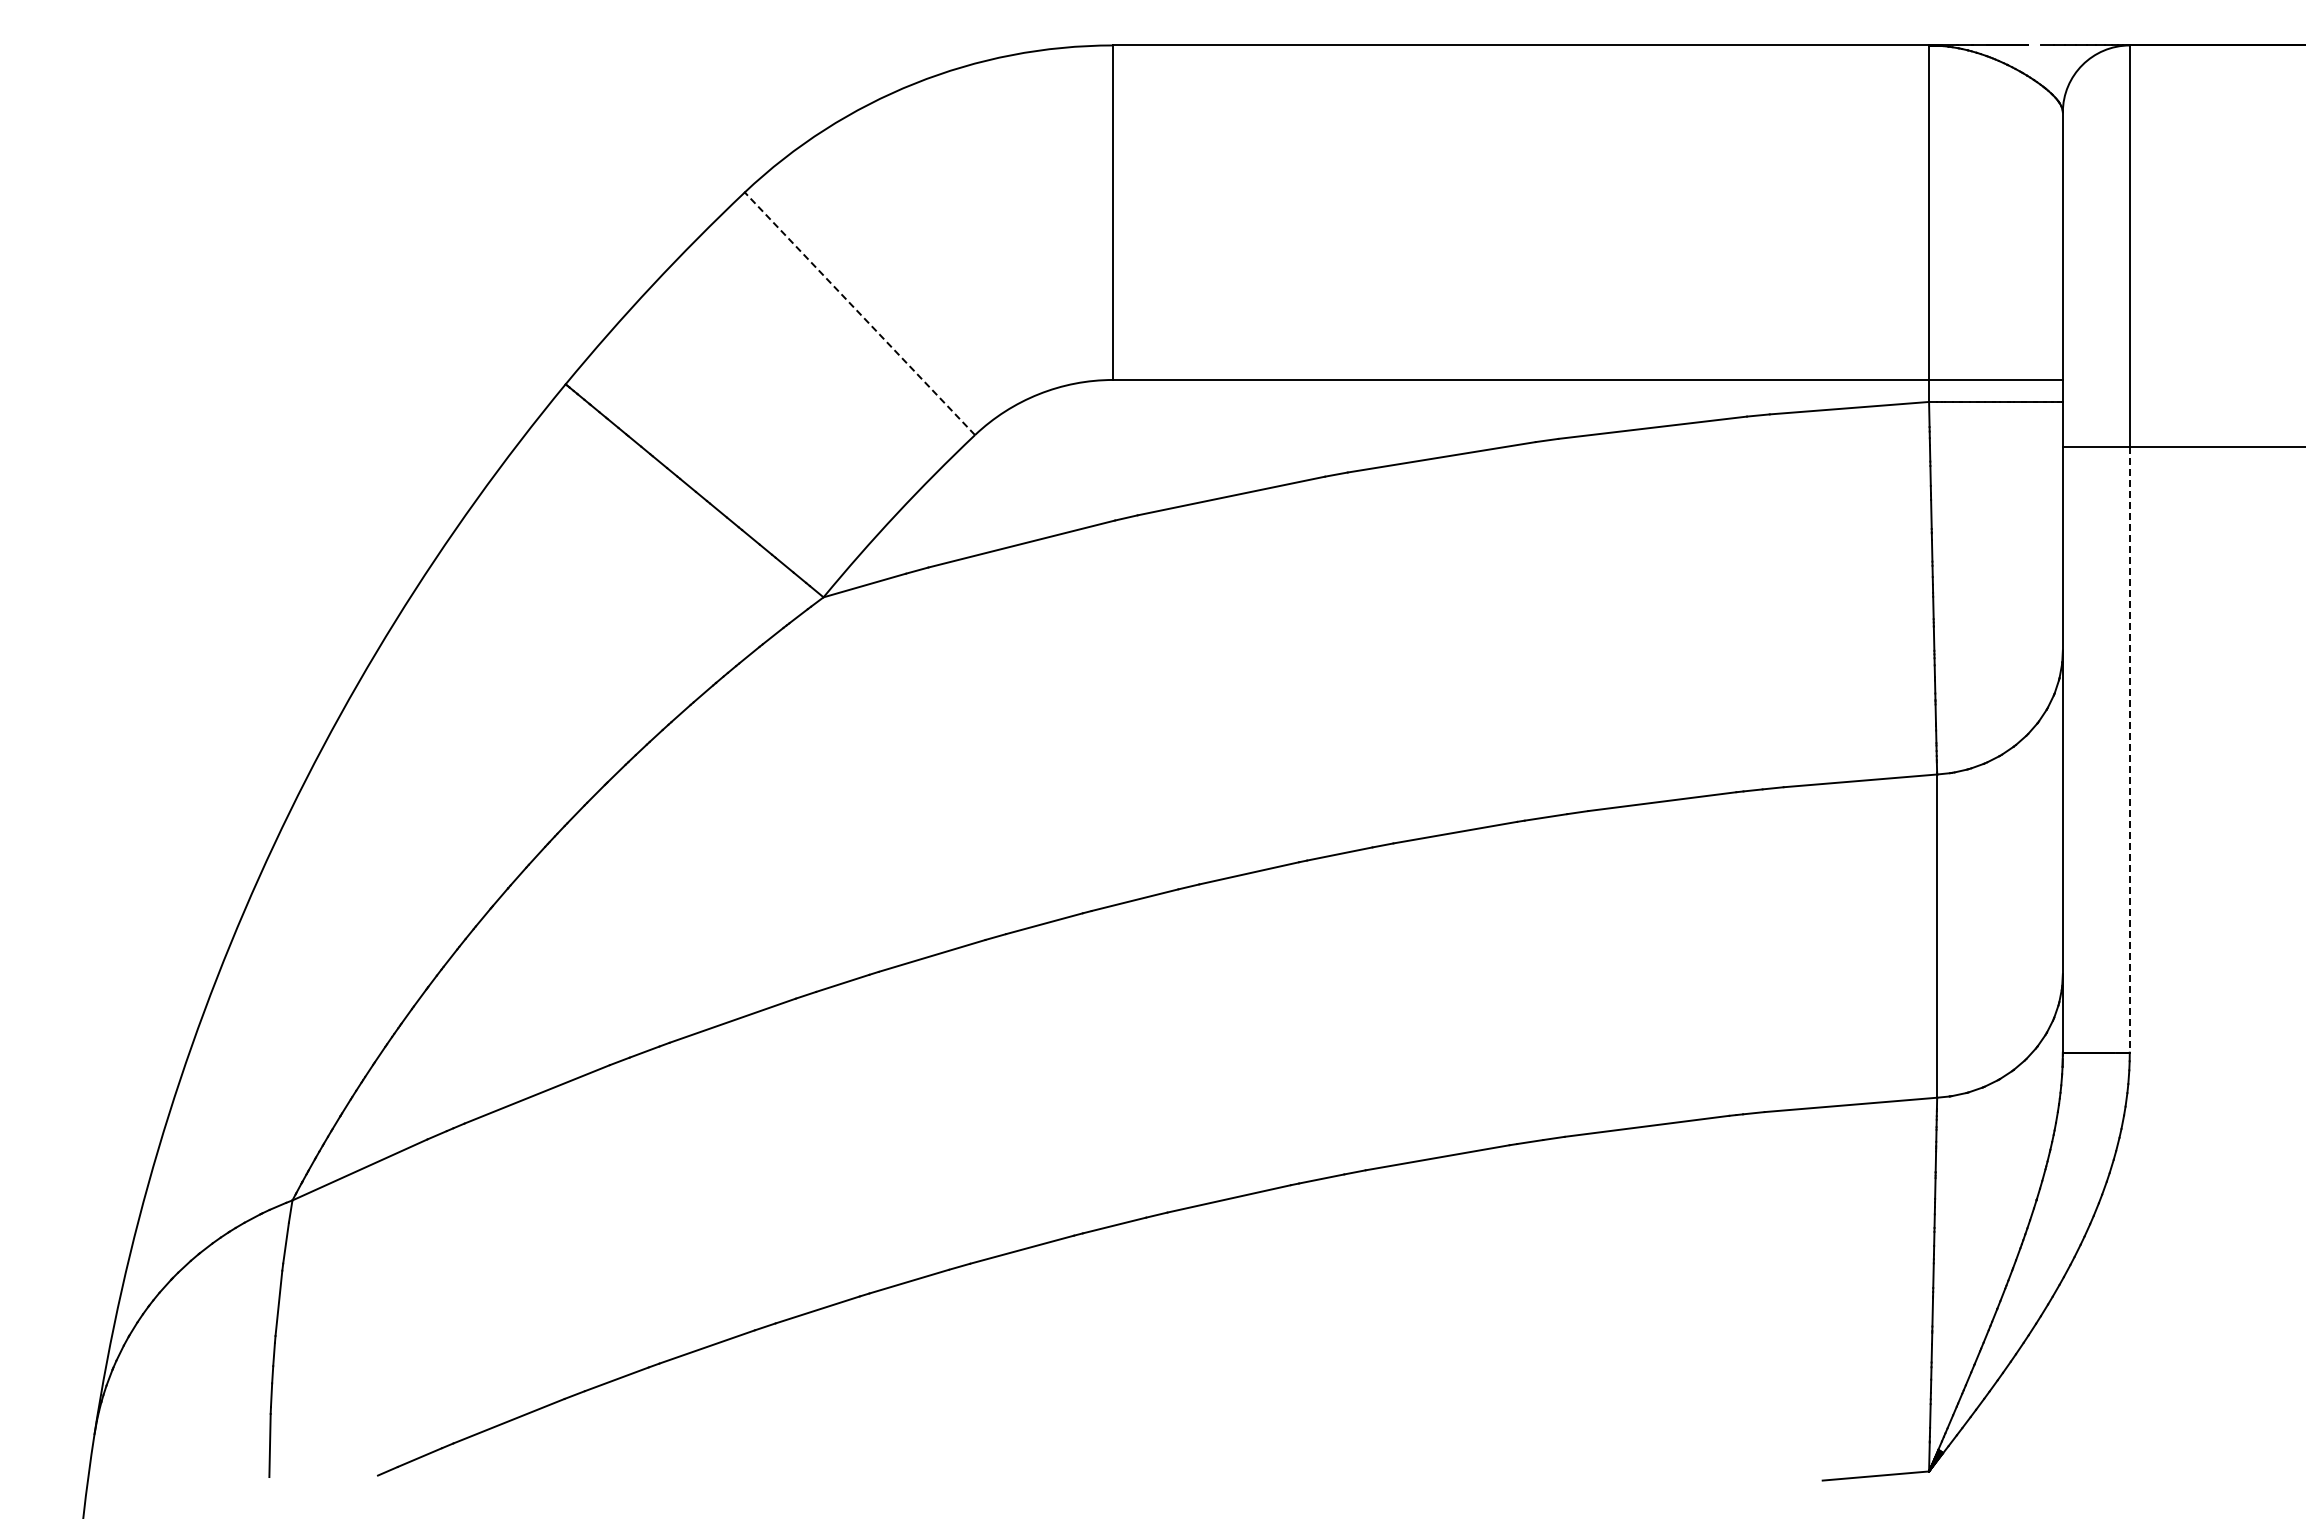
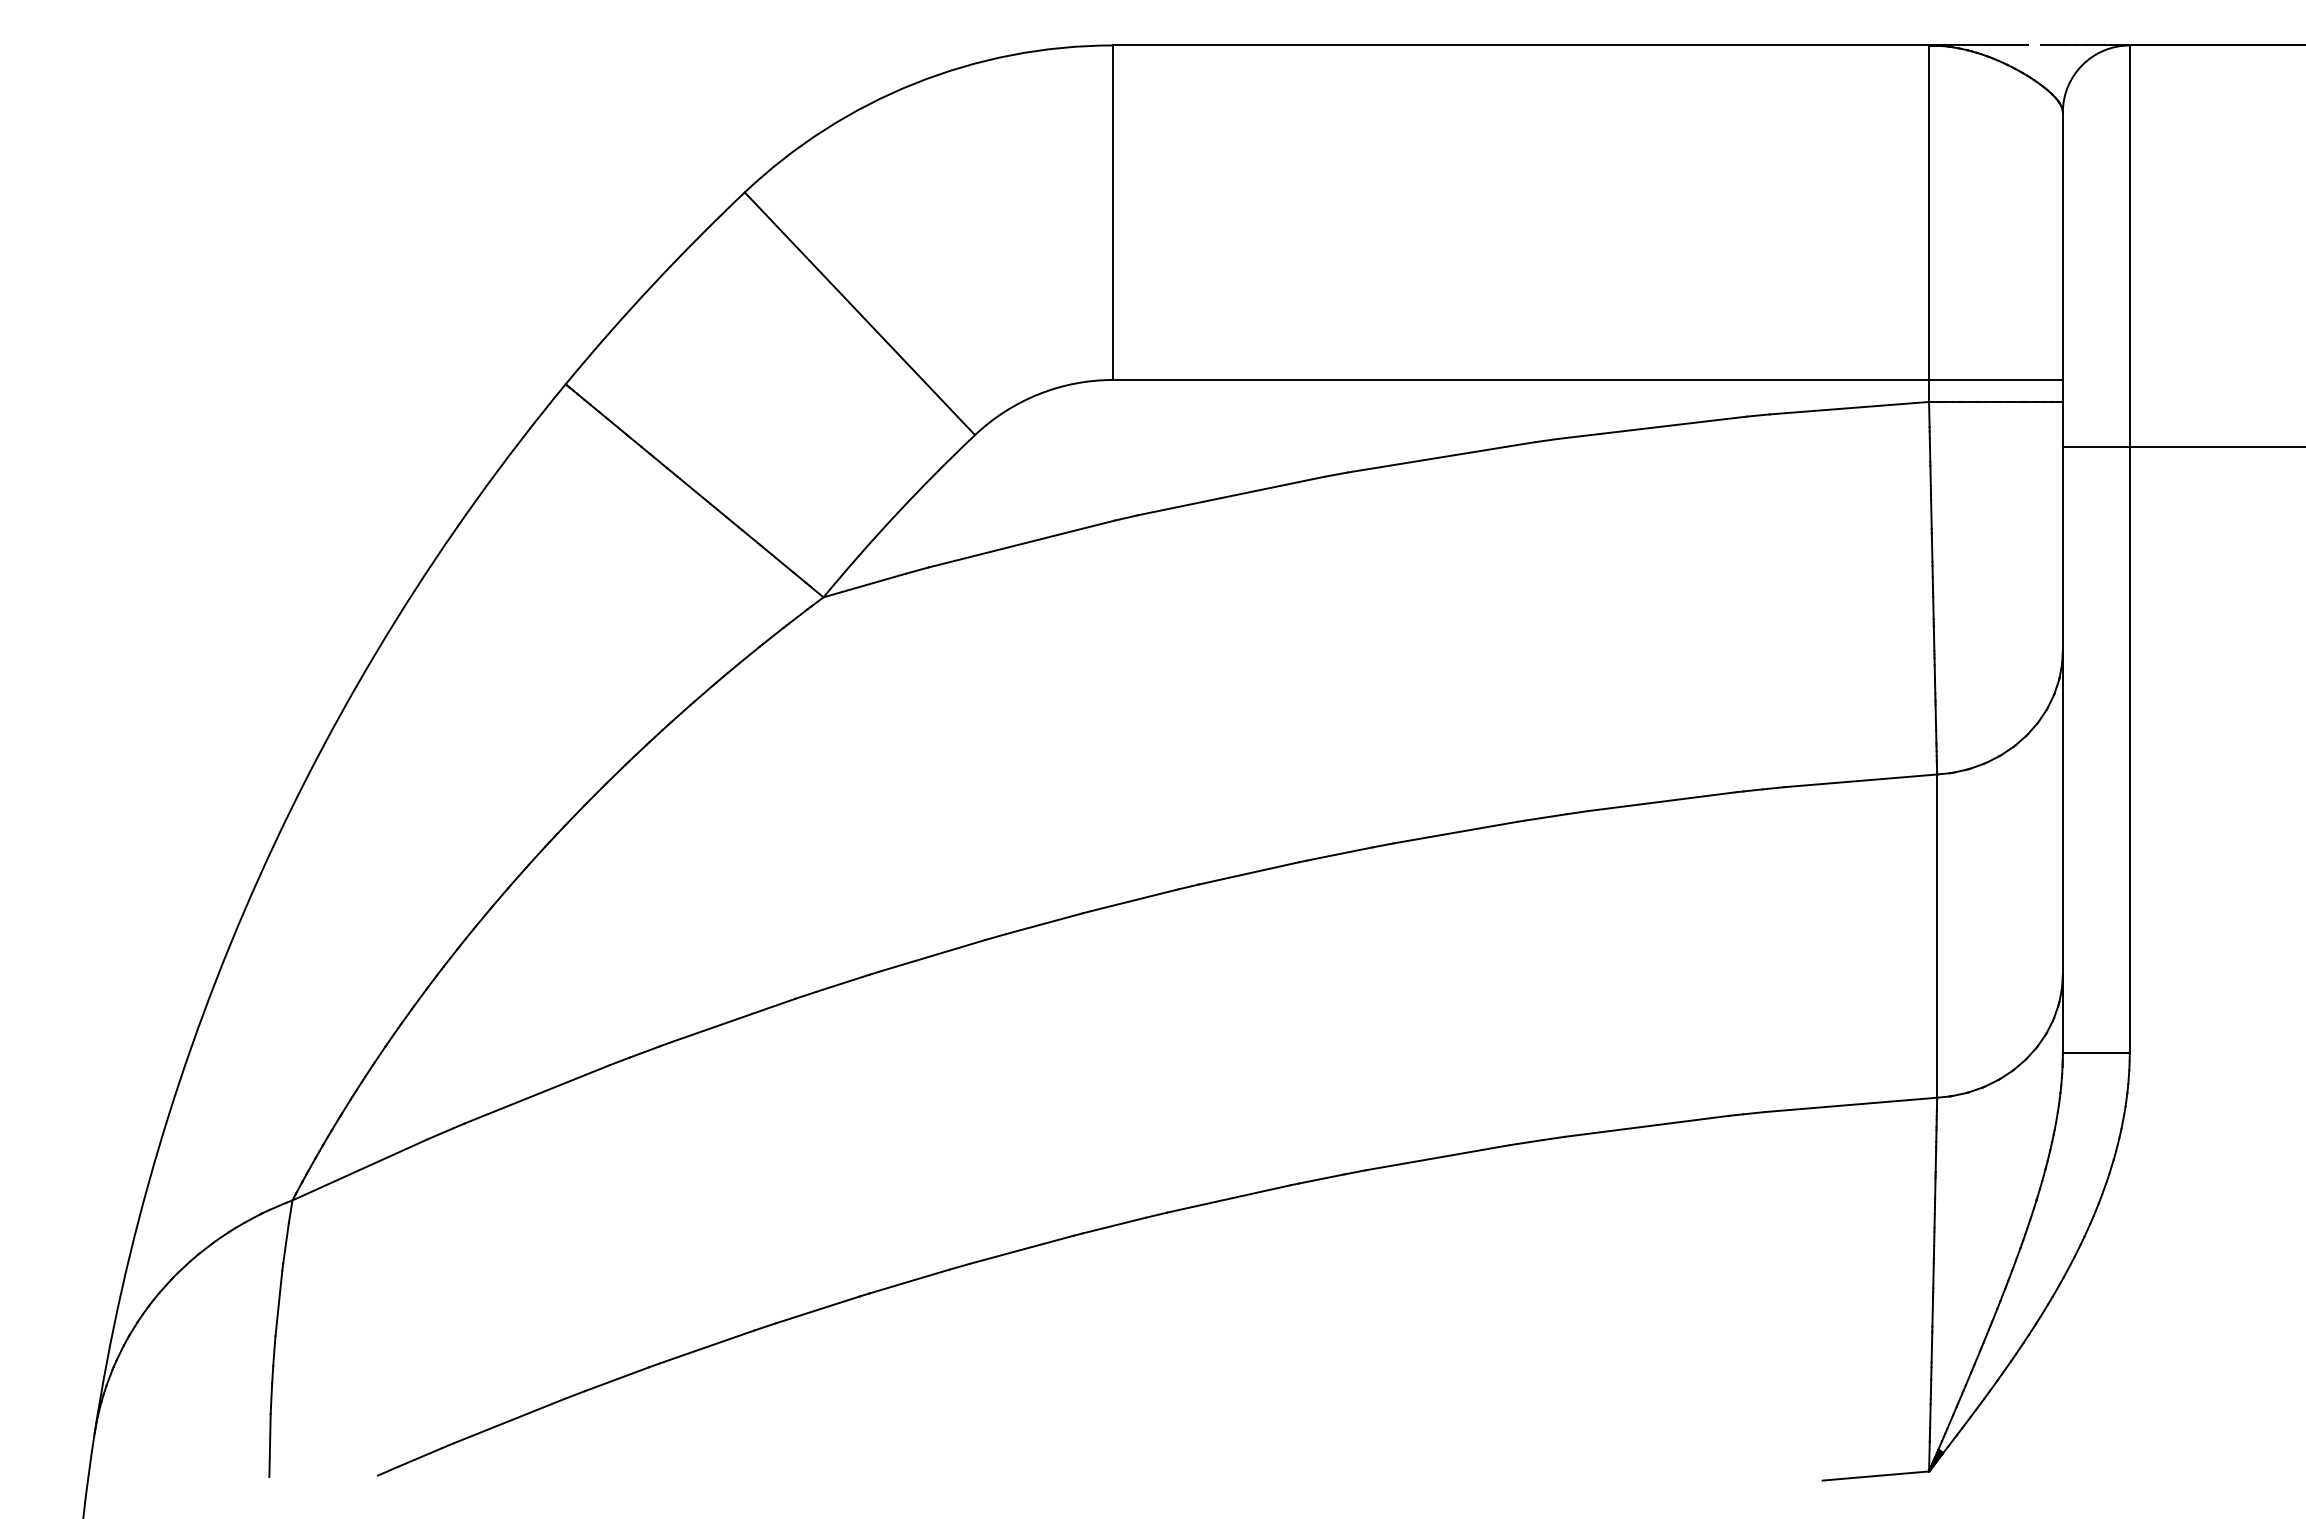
line at (859, 313): dashed -> solid
line at (2129, 749): dashed -> solid
